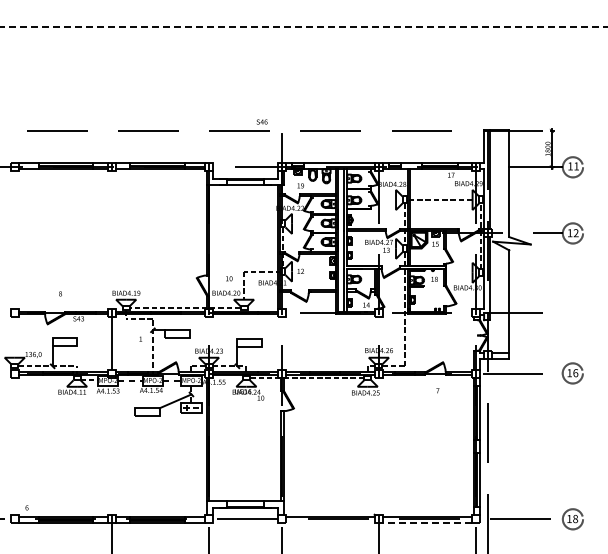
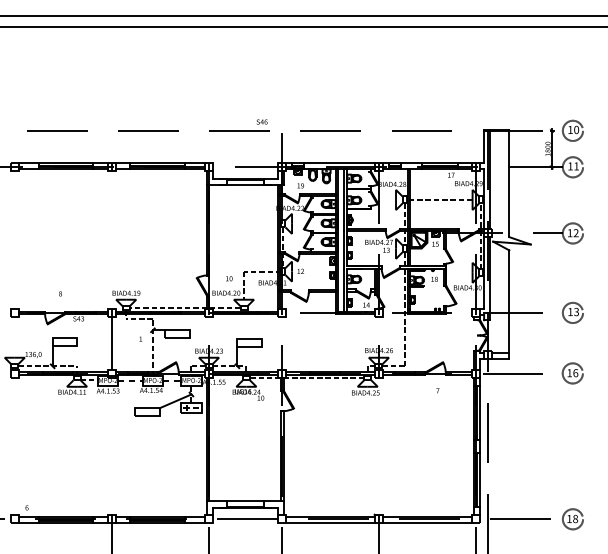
line at (303, 16): none -> present
line at (303, 26): dashed -> solid
part at (572, 130): none -> present
part at (572, 312): none -> present
line at (329, 523): none -> present
line at (427, 523): dashed -> solid
